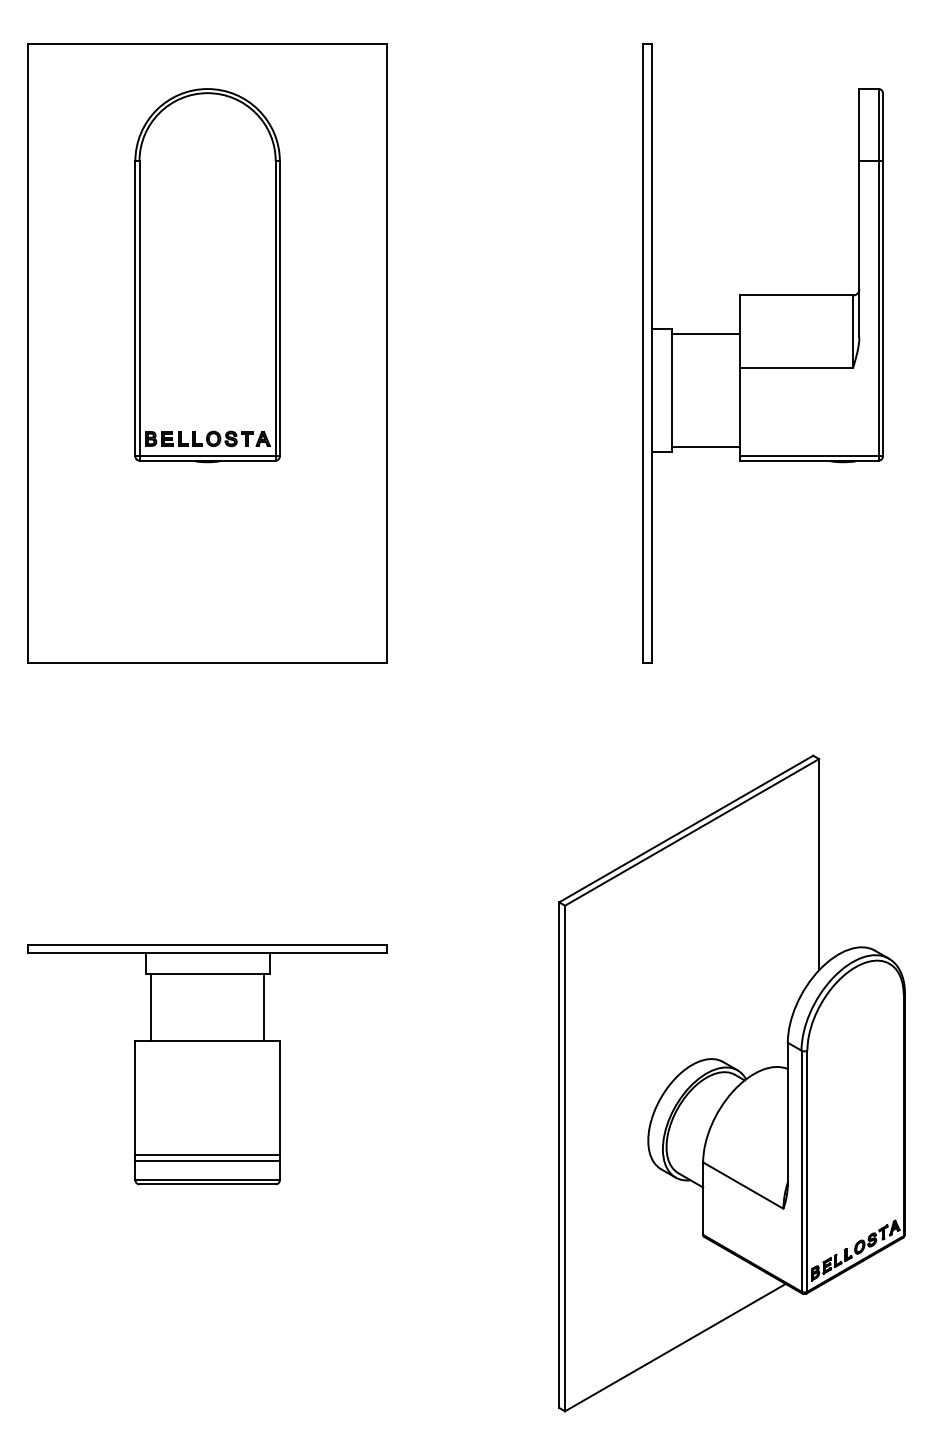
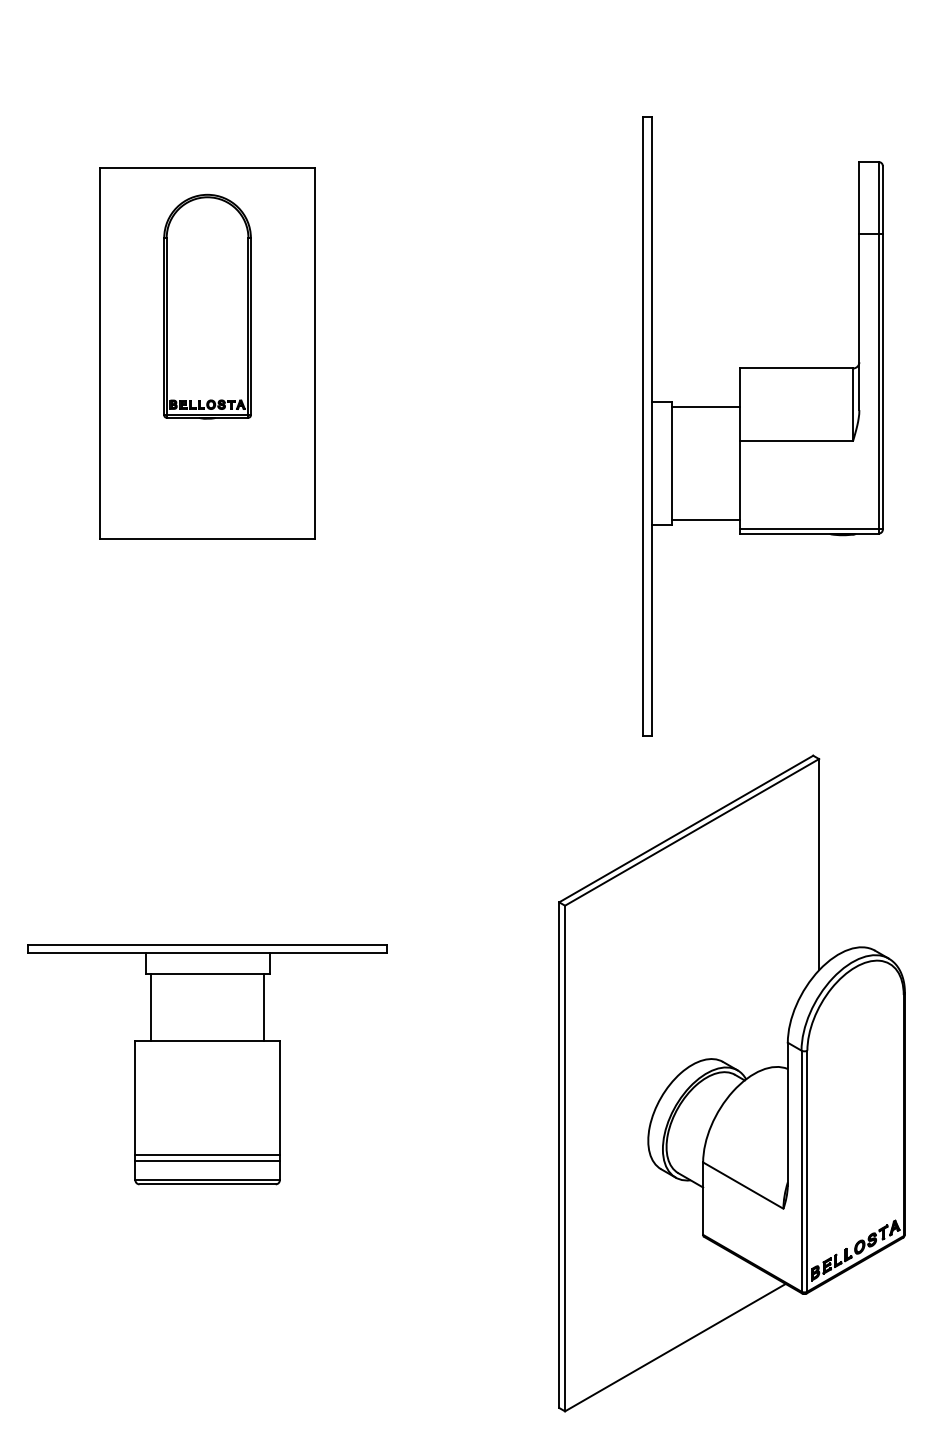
part at (207, 353) size: 361x621 px -> 217x373 px
part at (762, 353) position: (762, 353) -> (762, 426)
